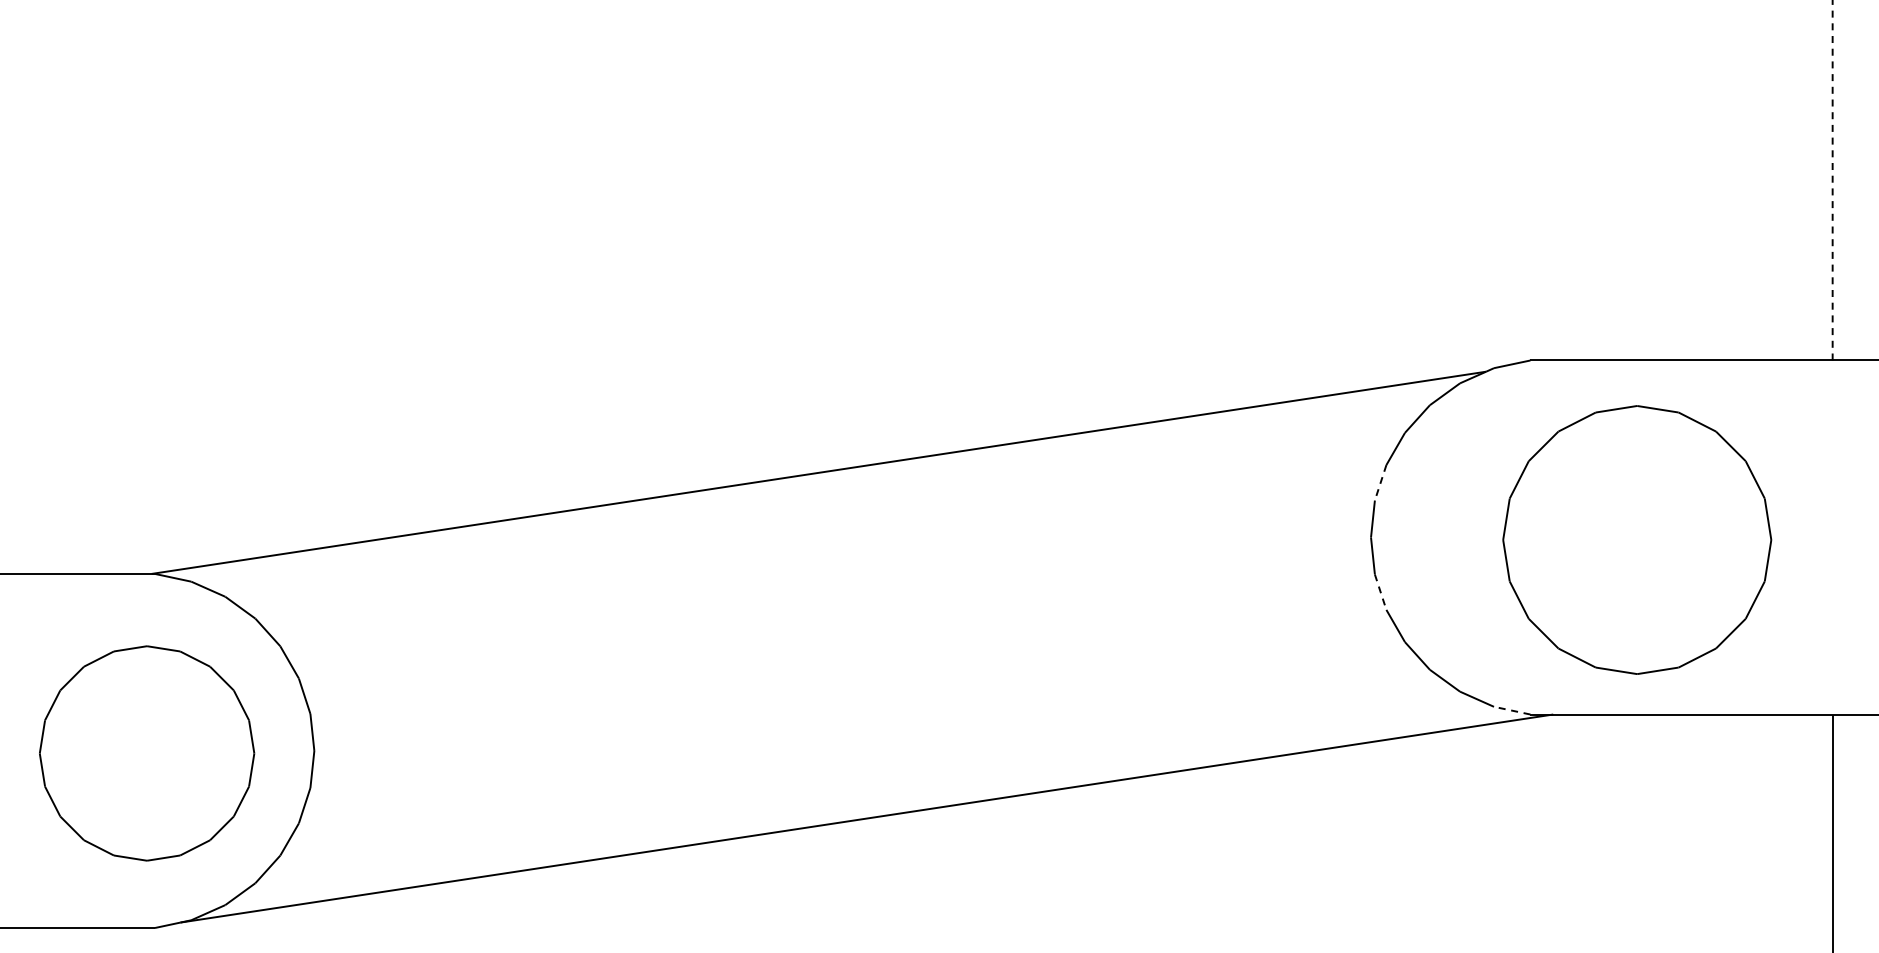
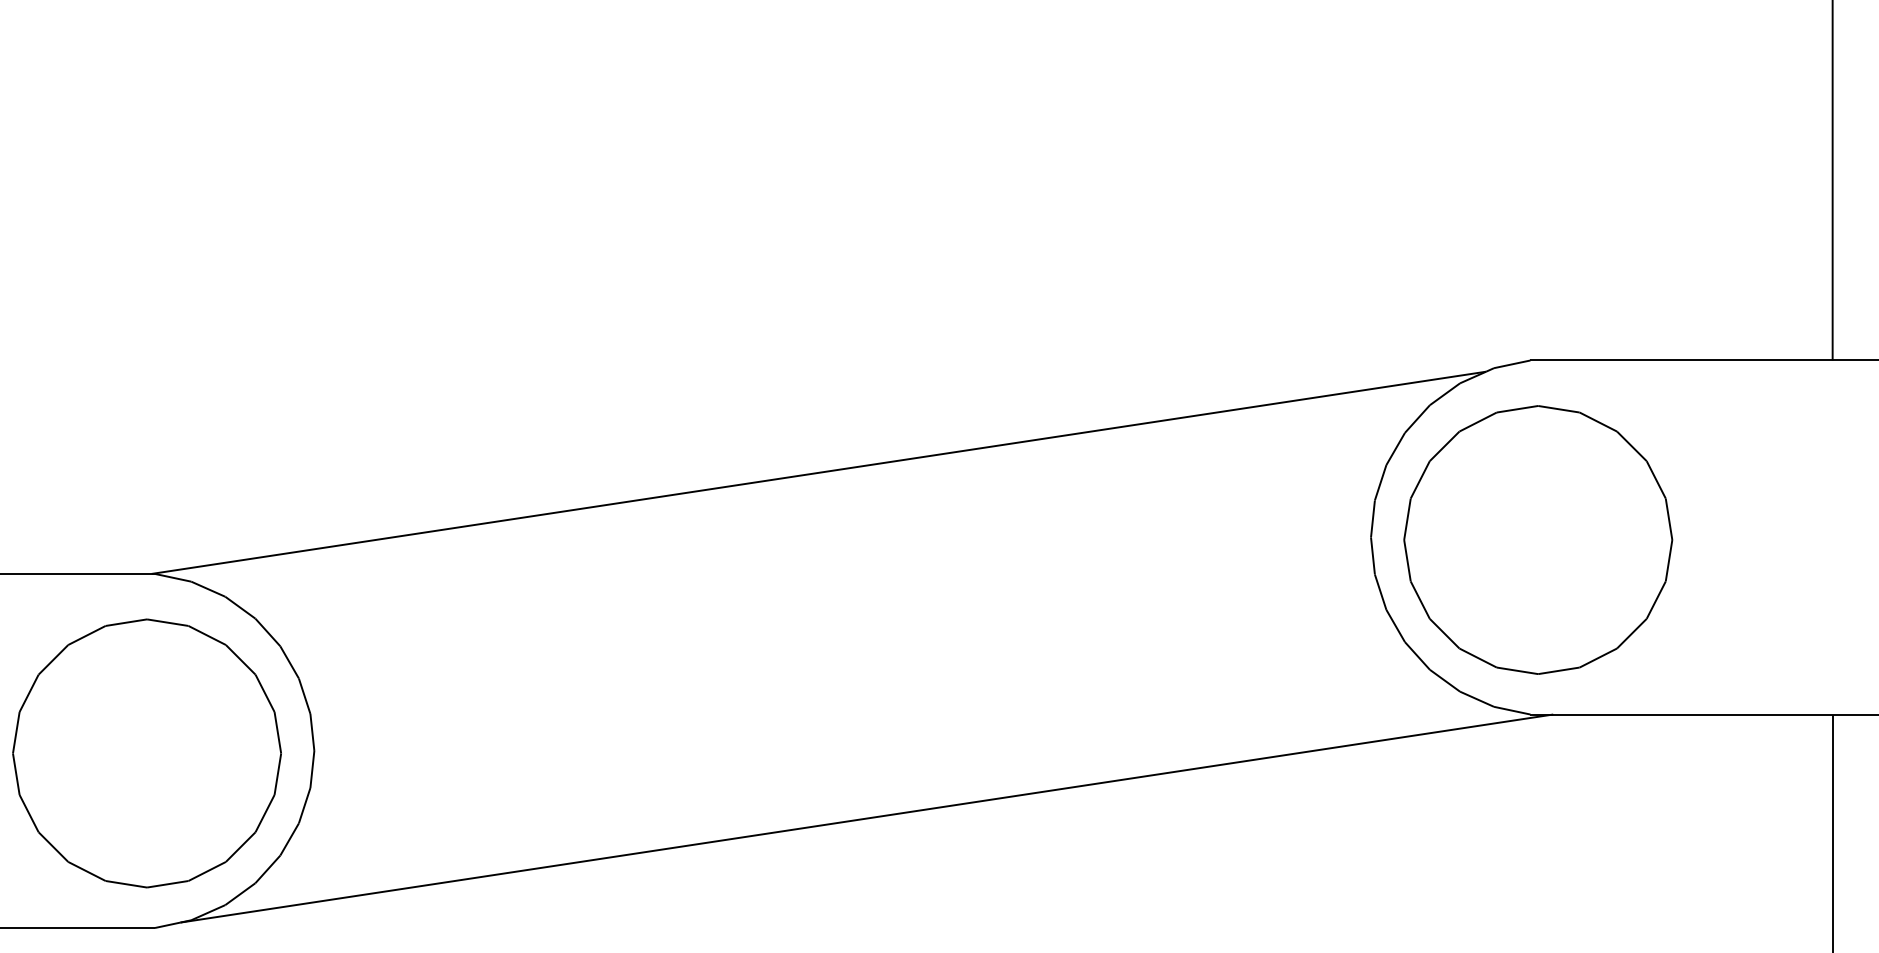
line at (1832, 180): dashed -> solid
line at (1380, 482): dashed -> solid
part at (1637, 539) position: (1637, 539) -> (1538, 539)
line at (1380, 592): dashed -> solid
line at (1512, 710): dashed -> solid
part at (147, 753) size: 217x217 px -> 270x271 px
